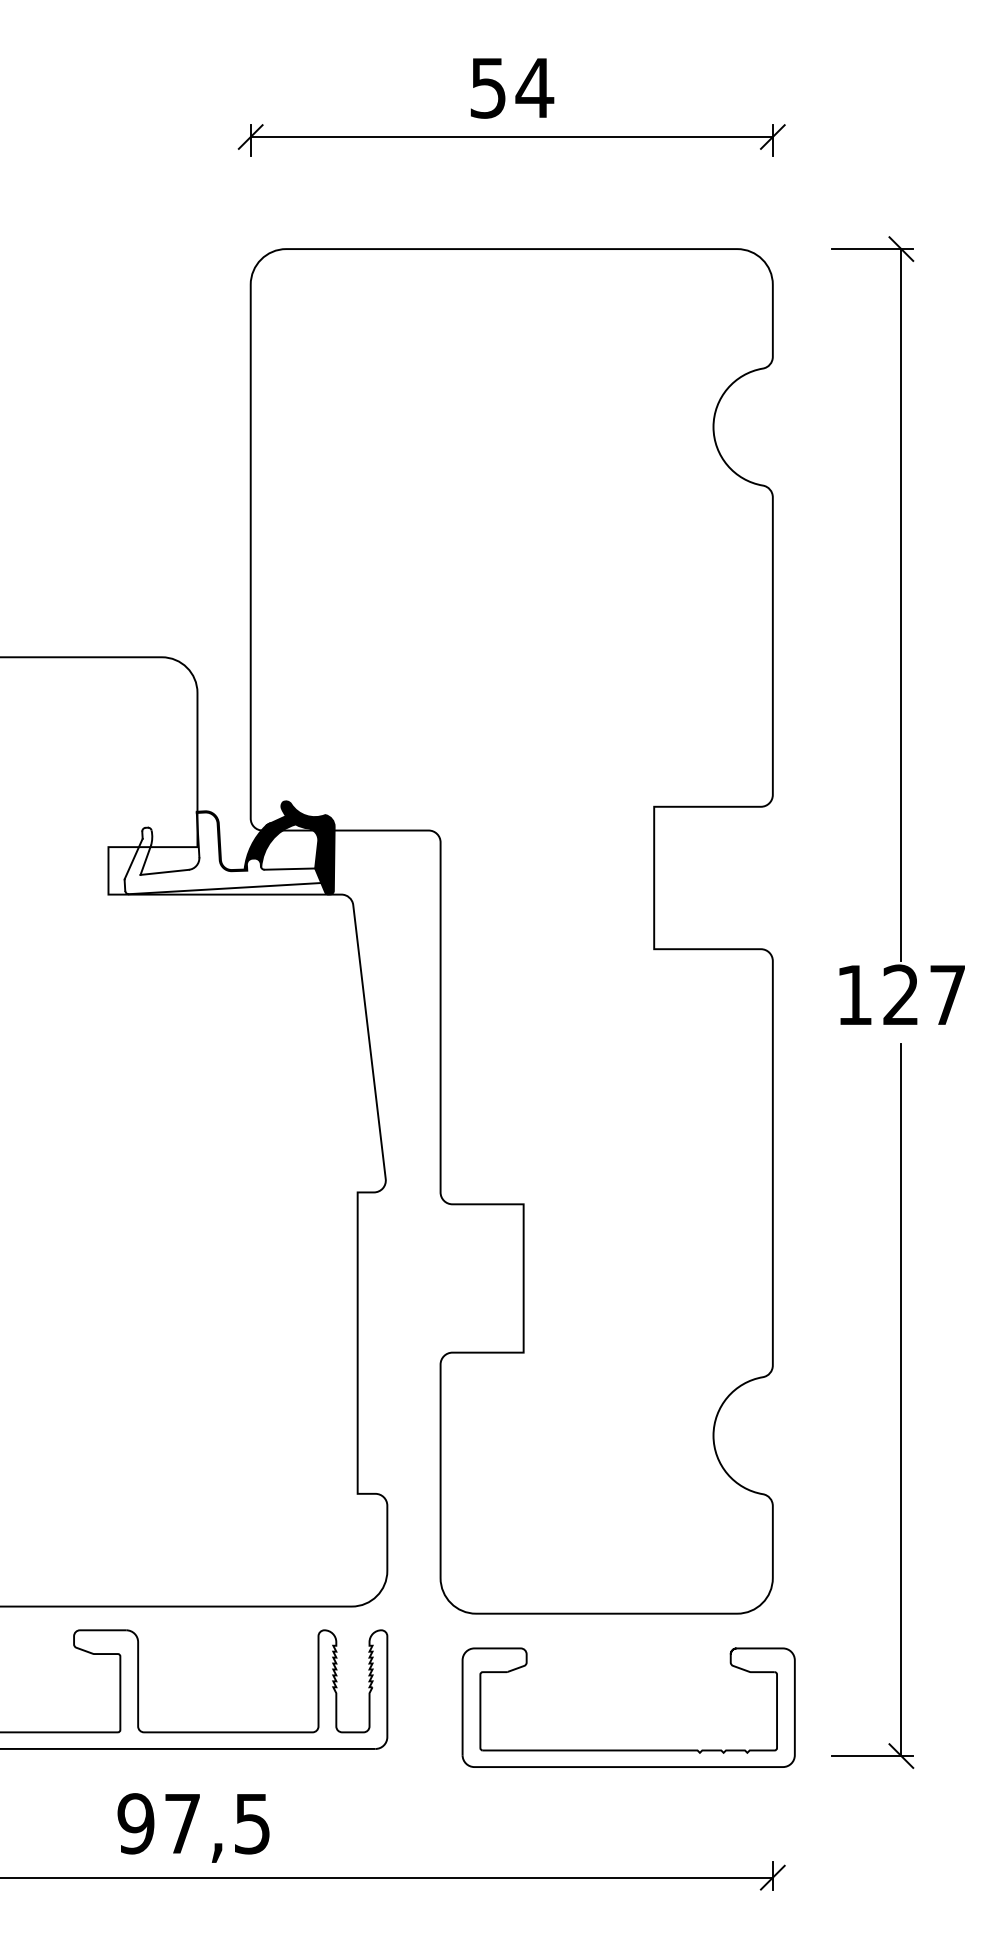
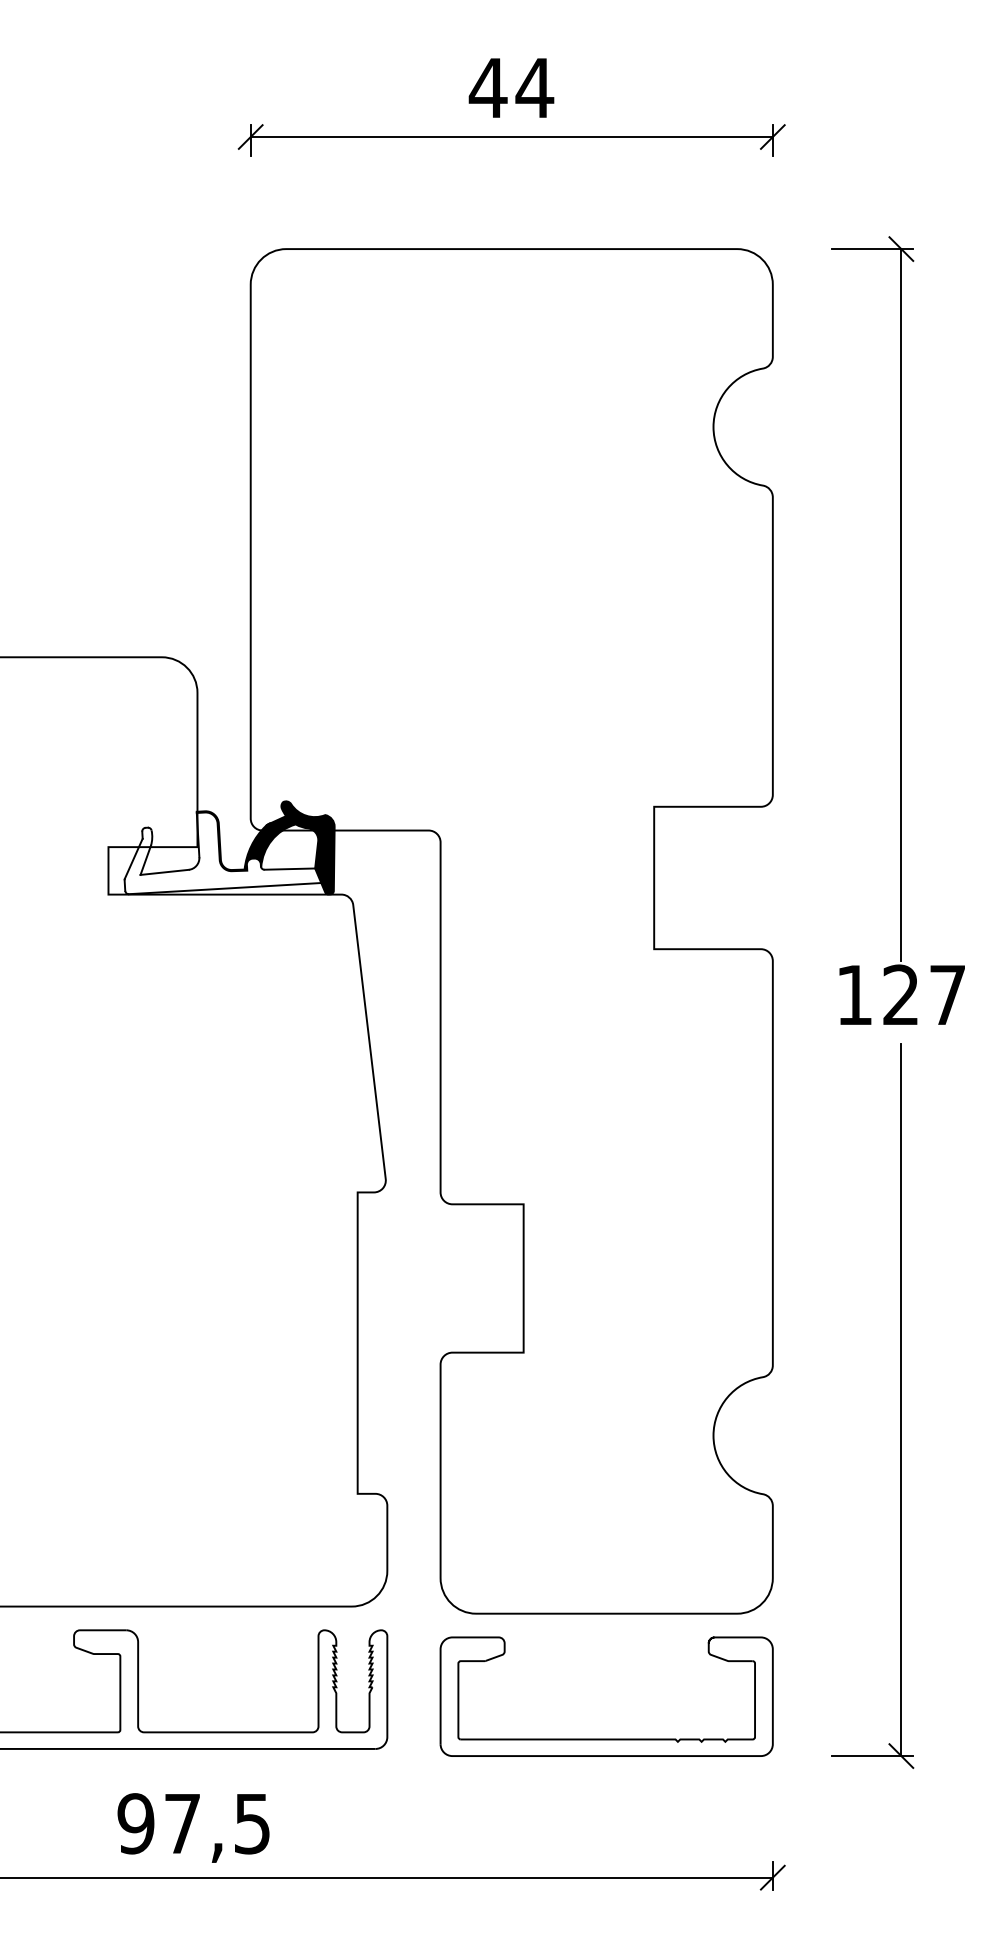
text at (487, 88): 54 -> 44
part at (628, 1749) position: (628, 1749) -> (606, 1738)
